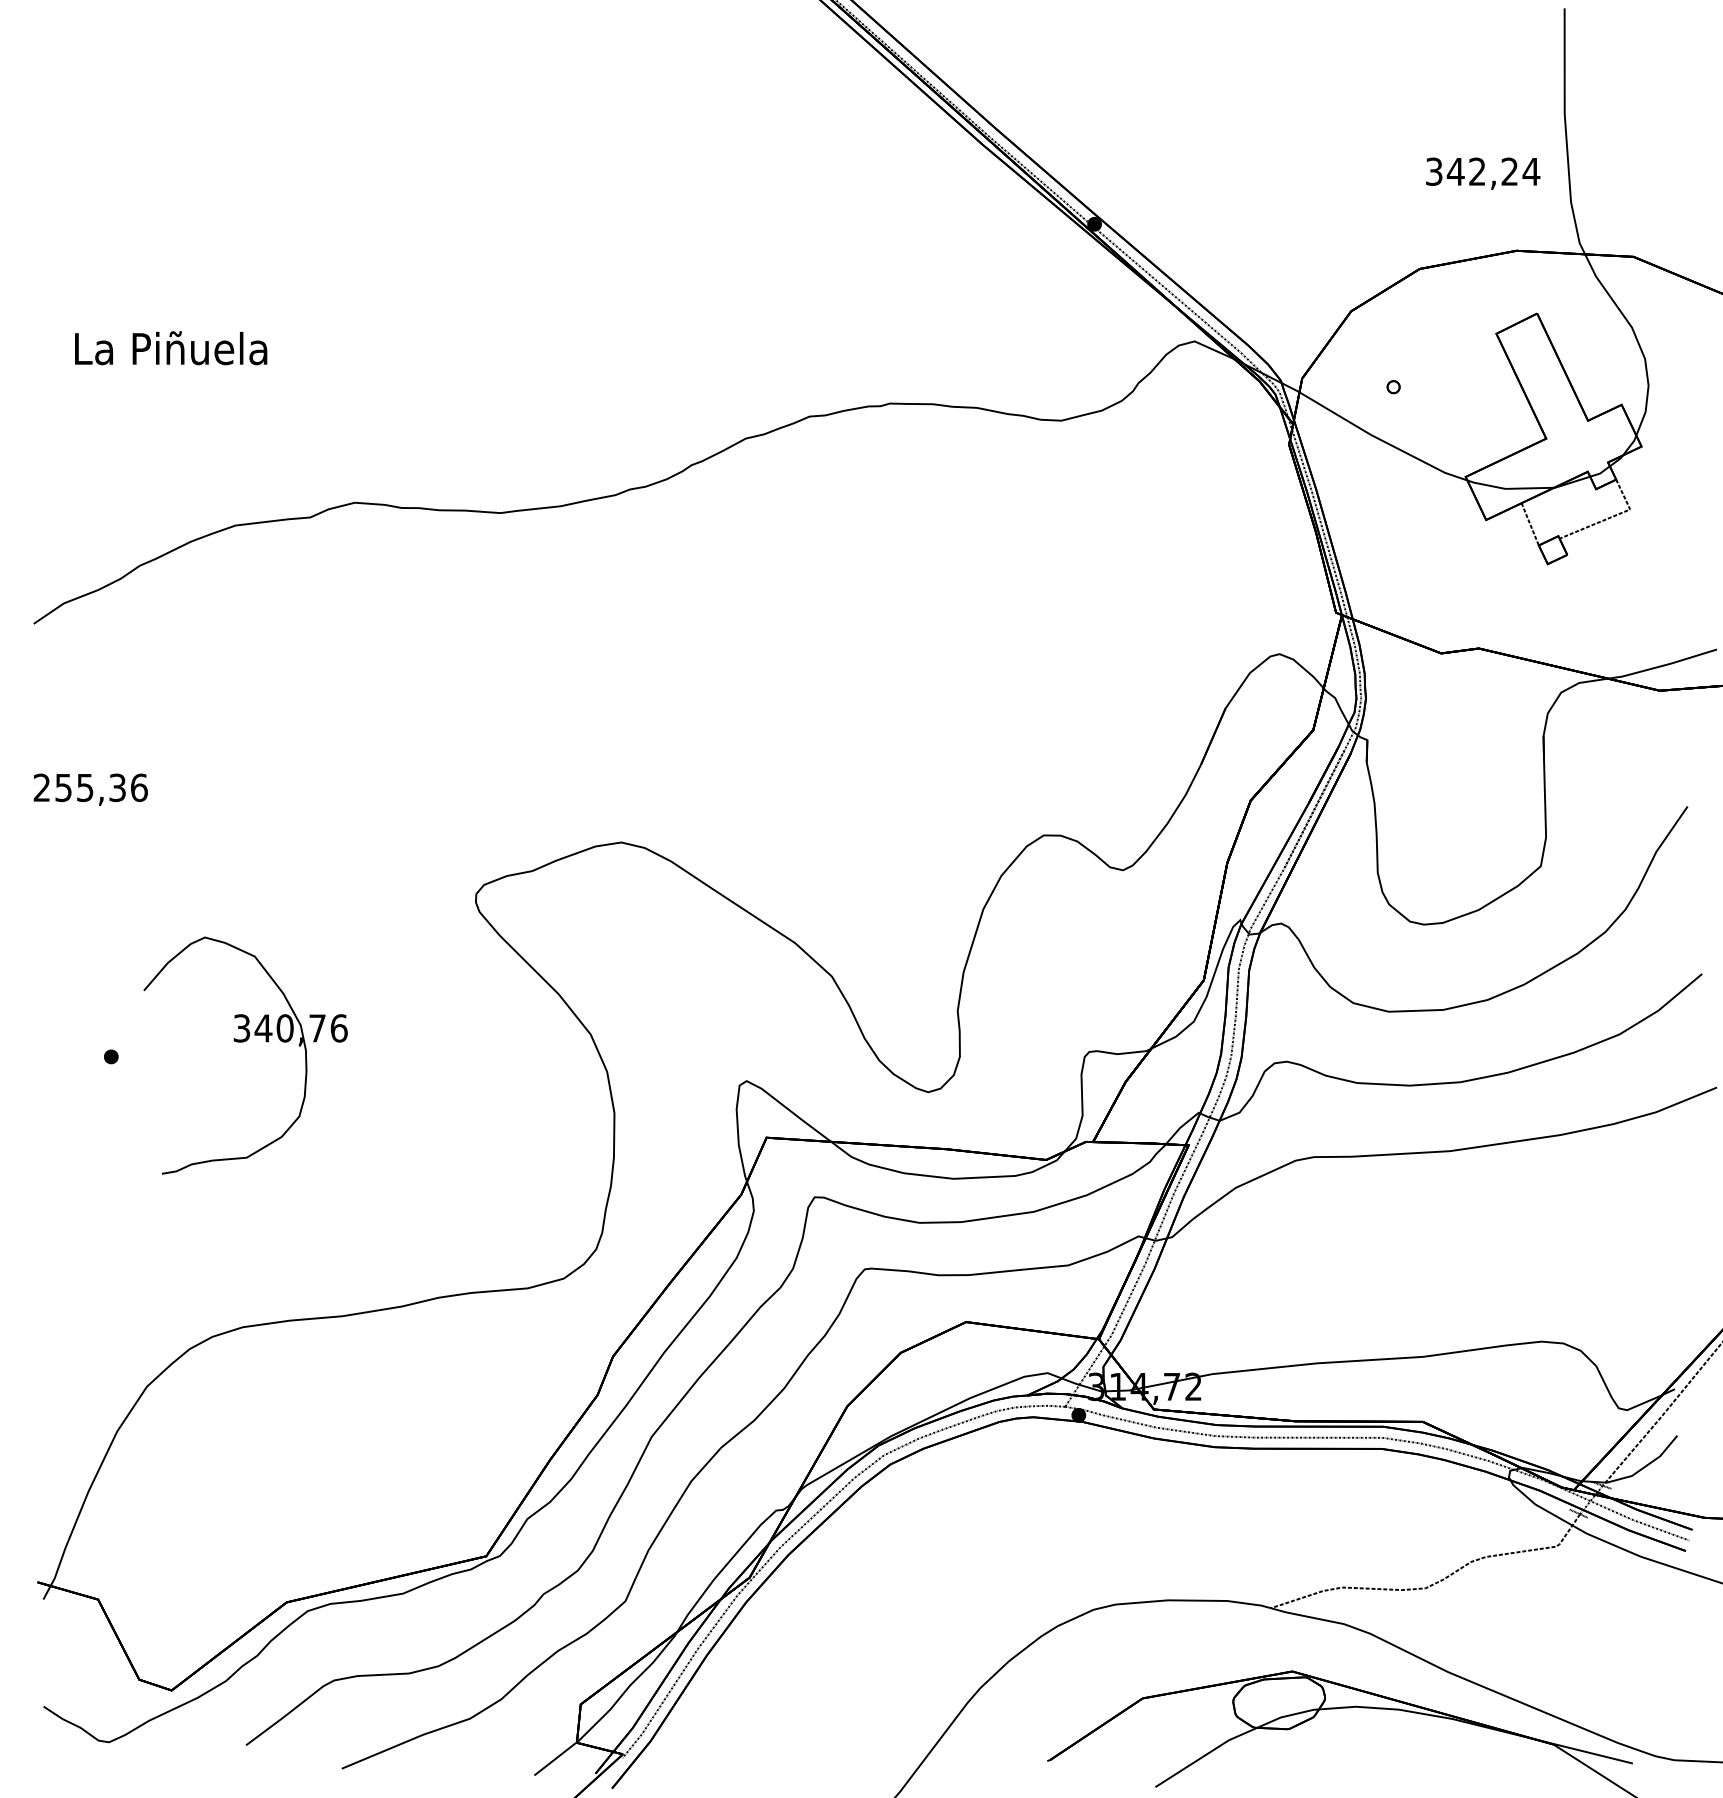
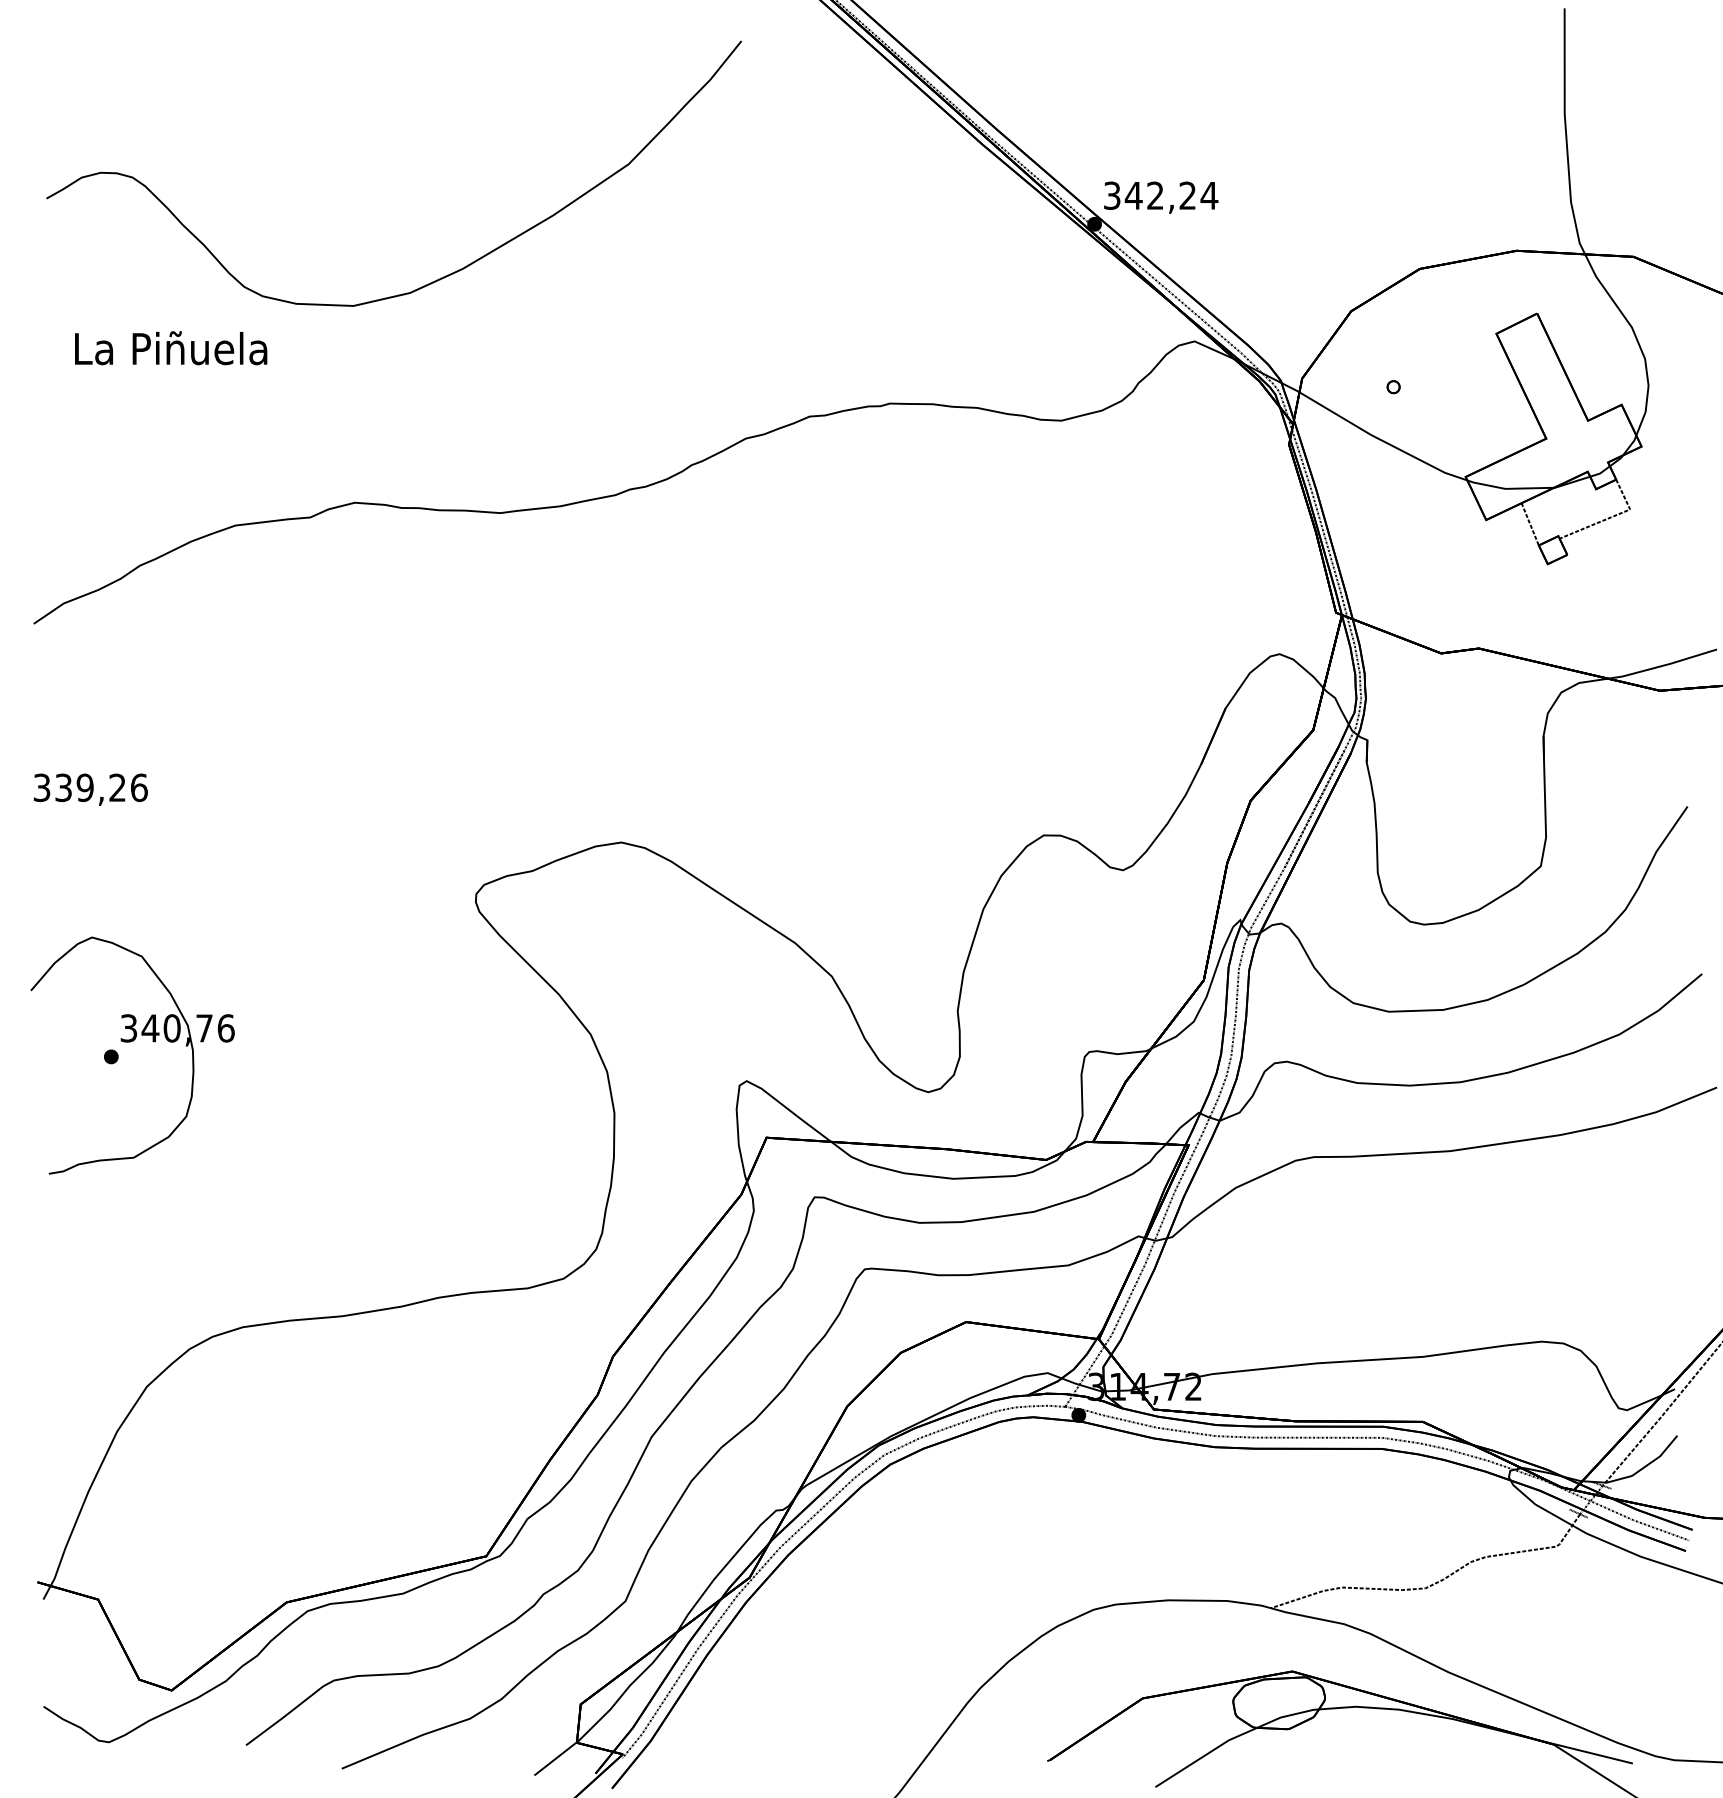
text at (1483, 173) position: (1483, 173) -> (1161, 197)
part at (436, 279): none -> present
text at (79, 787): 255,36 -> 339,26
part at (243, 1042) position: (243, 1042) -> (130, 1042)
